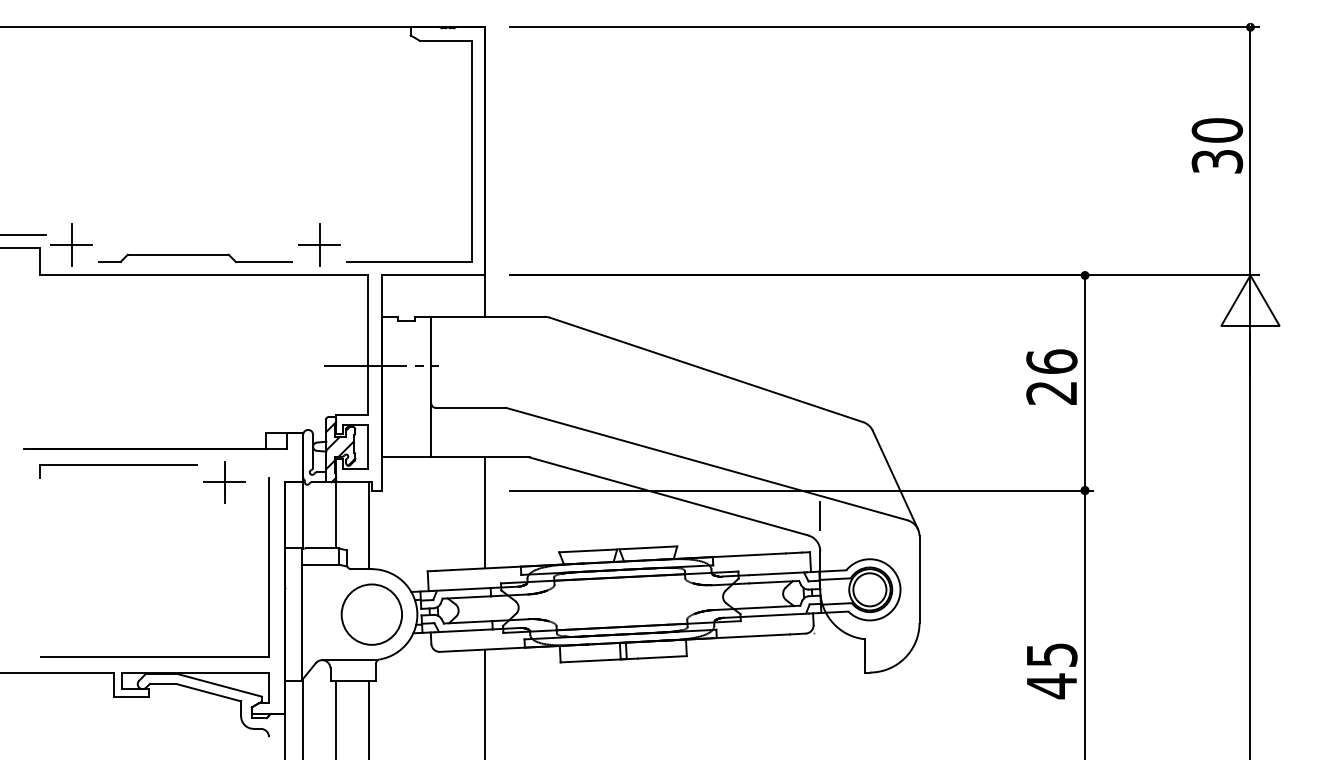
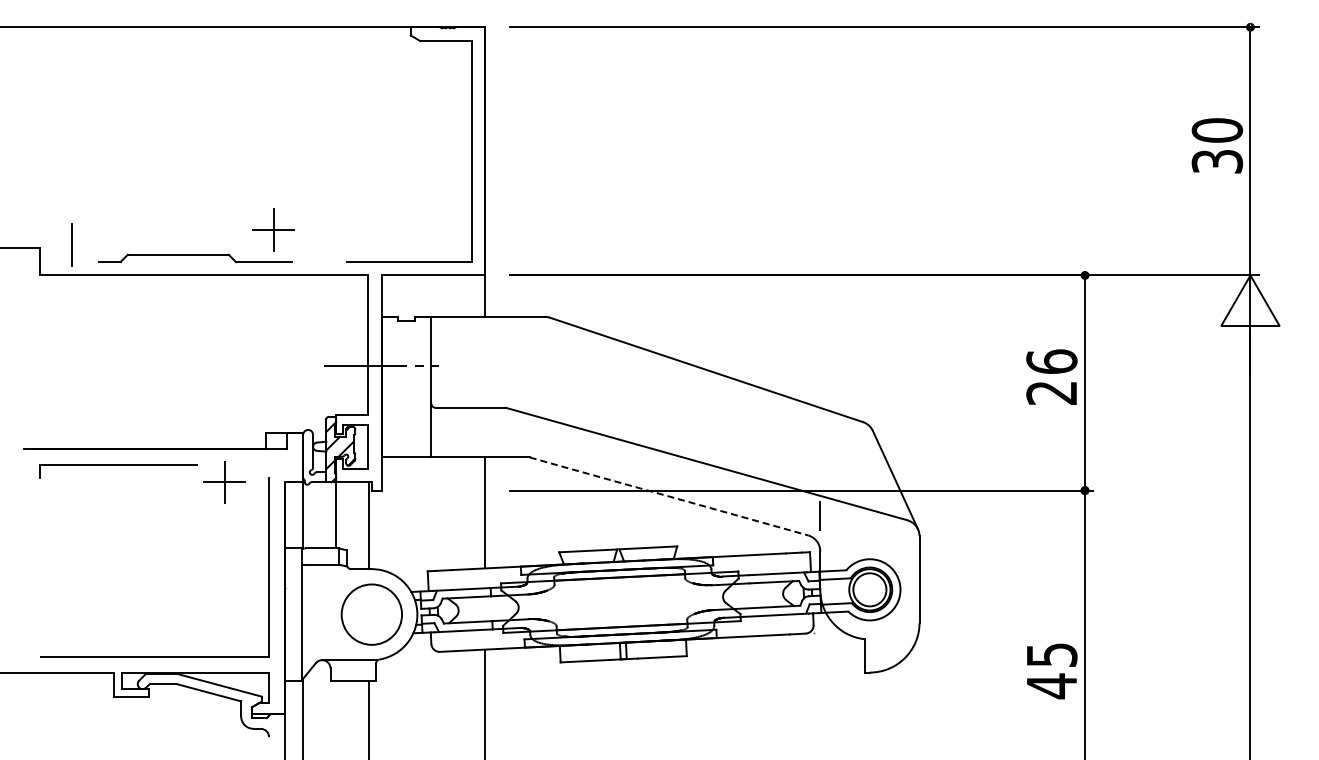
line at (23, 234): present -> none
line at (71, 244): present -> none
part at (319, 244) position: (319, 244) -> (273, 229)
line at (668, 496): solid -> dashed
line at (336, 718): present -> none
